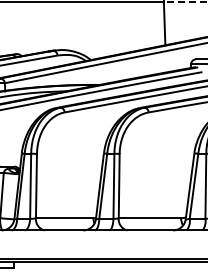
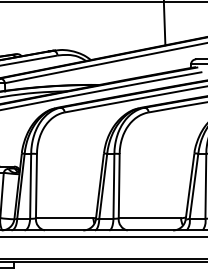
line at (185, 1): dashed -> solid
line at (103, 236): none -> present
